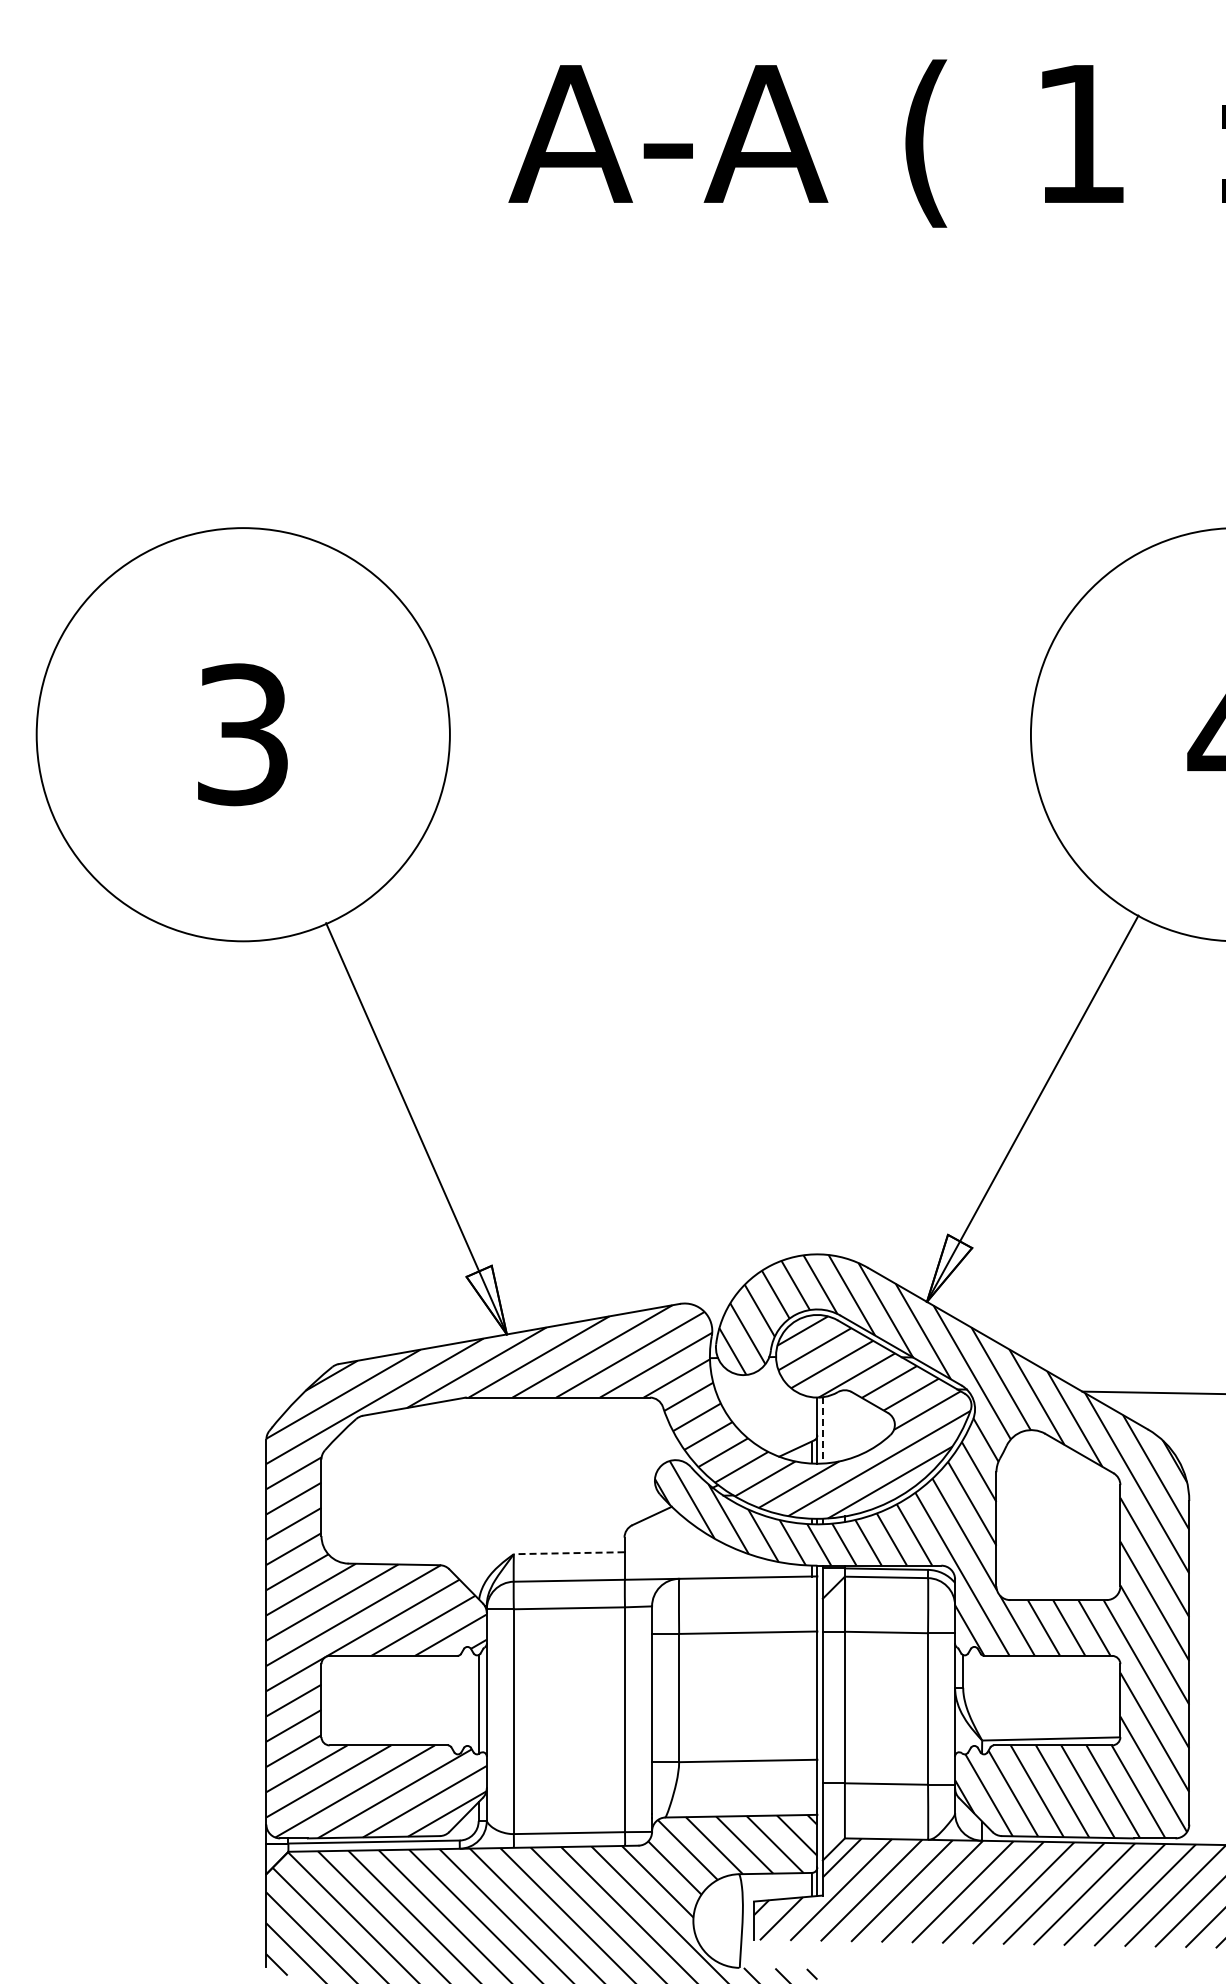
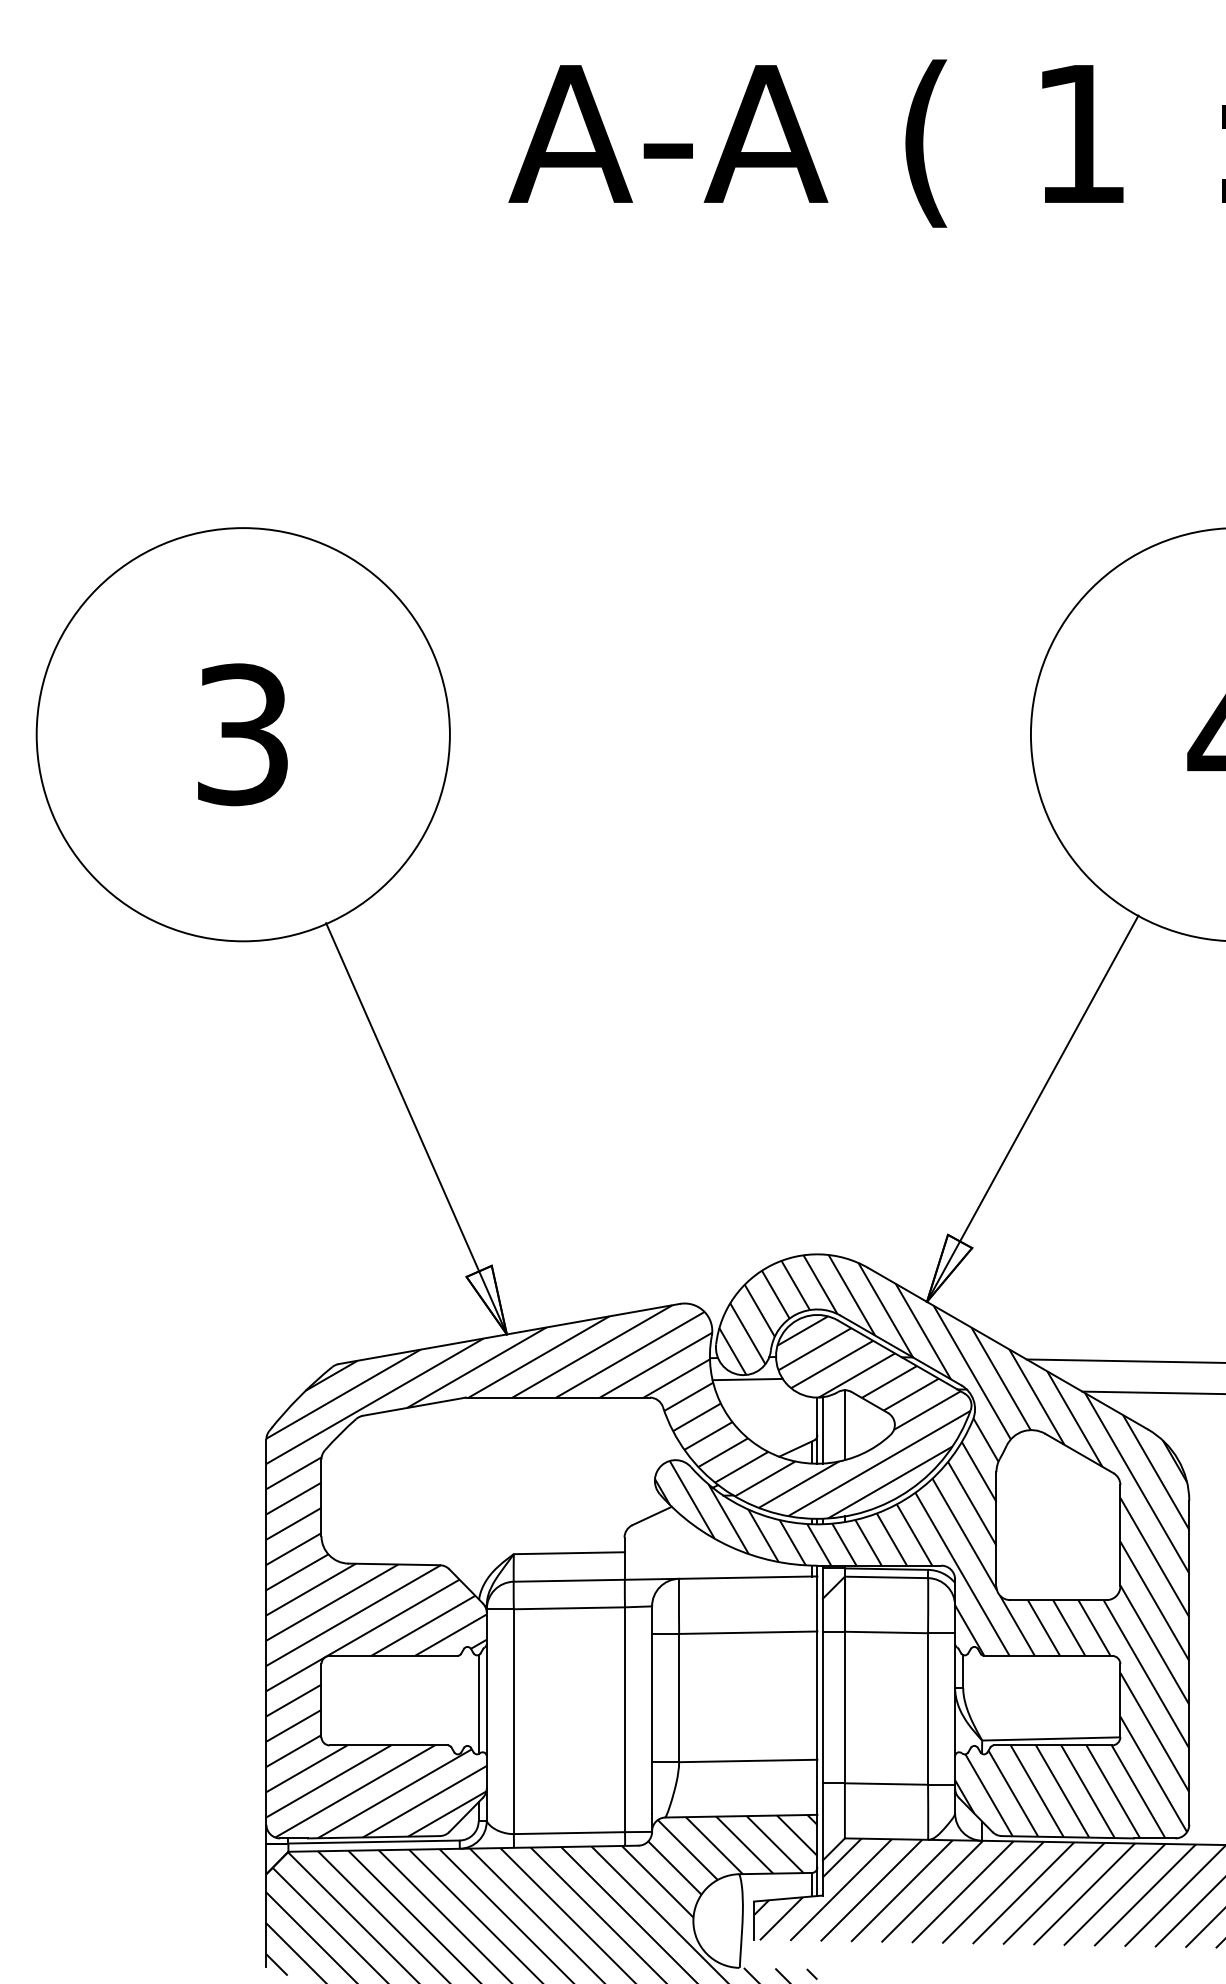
line at (1124, 1360): none -> present
line at (747, 1379): none -> present
line at (844, 1425): none -> present
line at (822, 1430): dashed -> solid
line at (568, 1553): dashed -> solid
